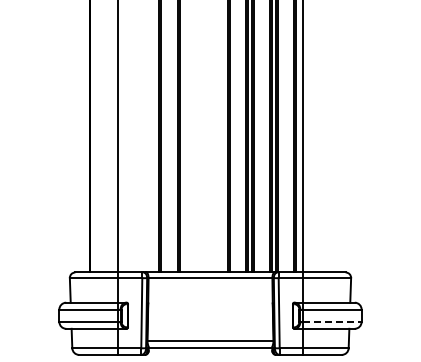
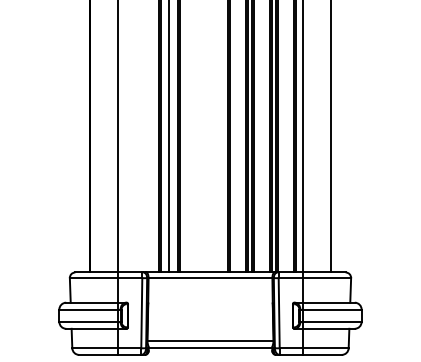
line at (169, 137): none -> present
line at (330, 137): none -> present
line at (332, 321): dashed -> solid
